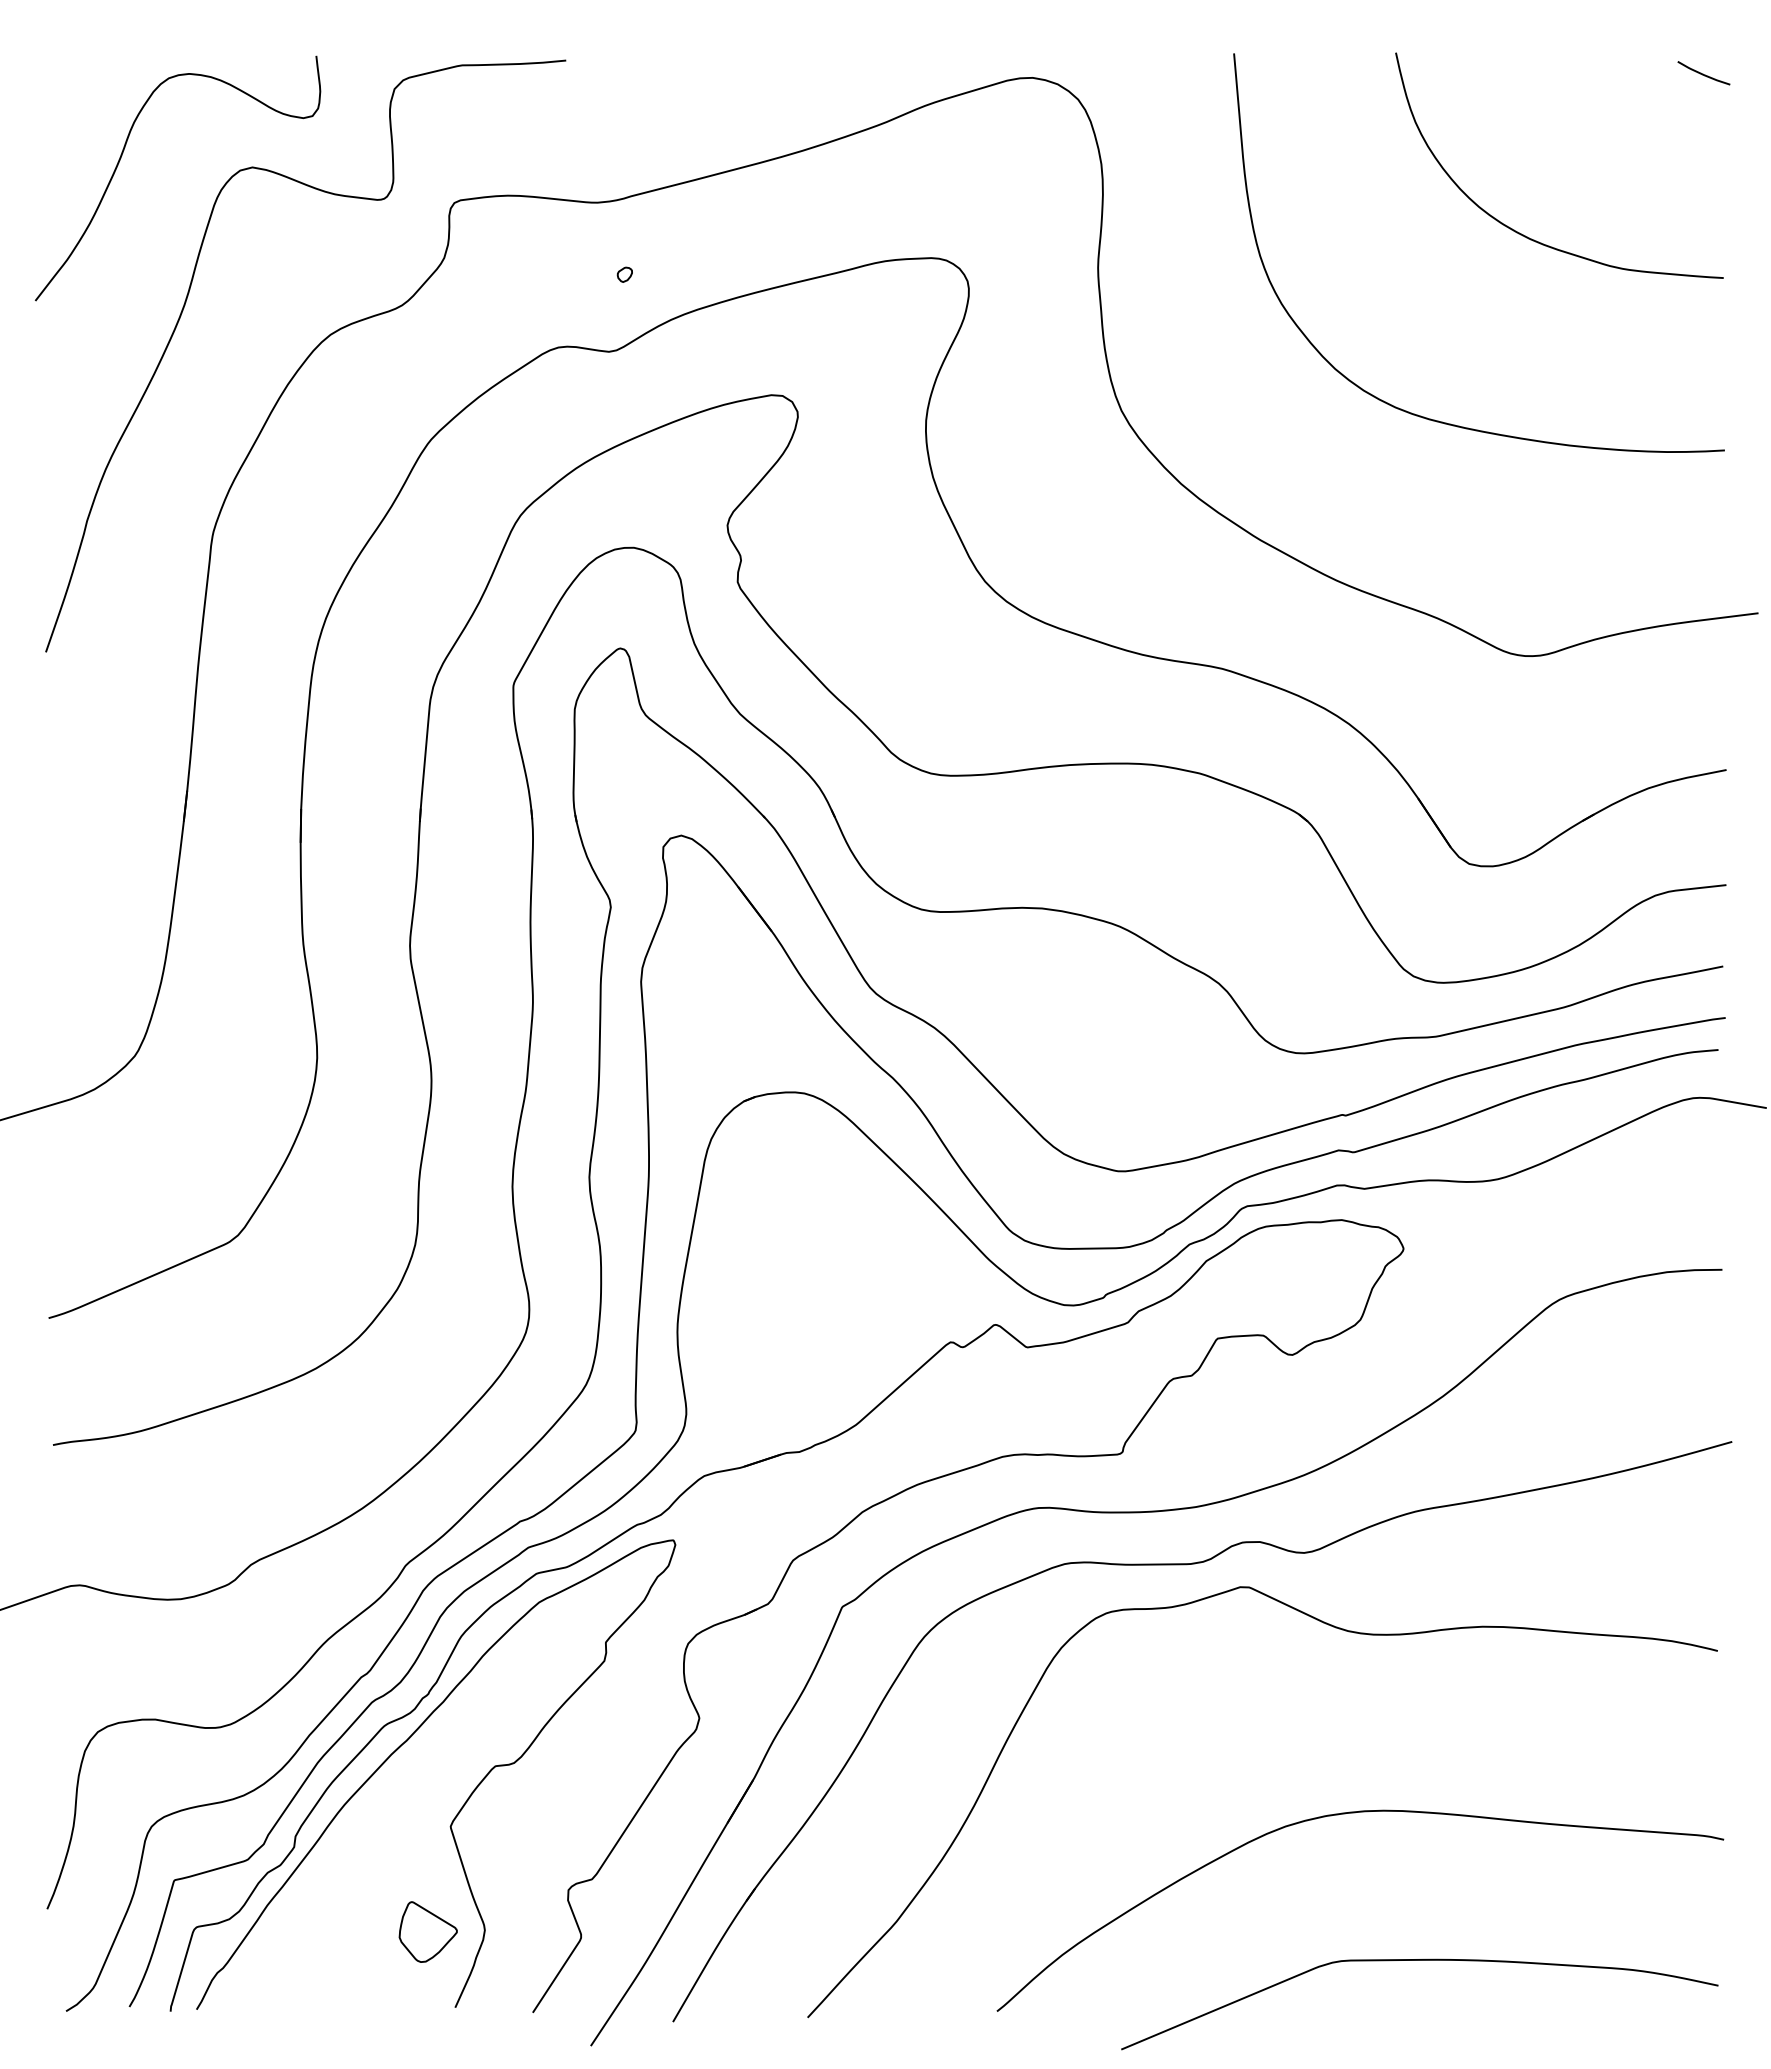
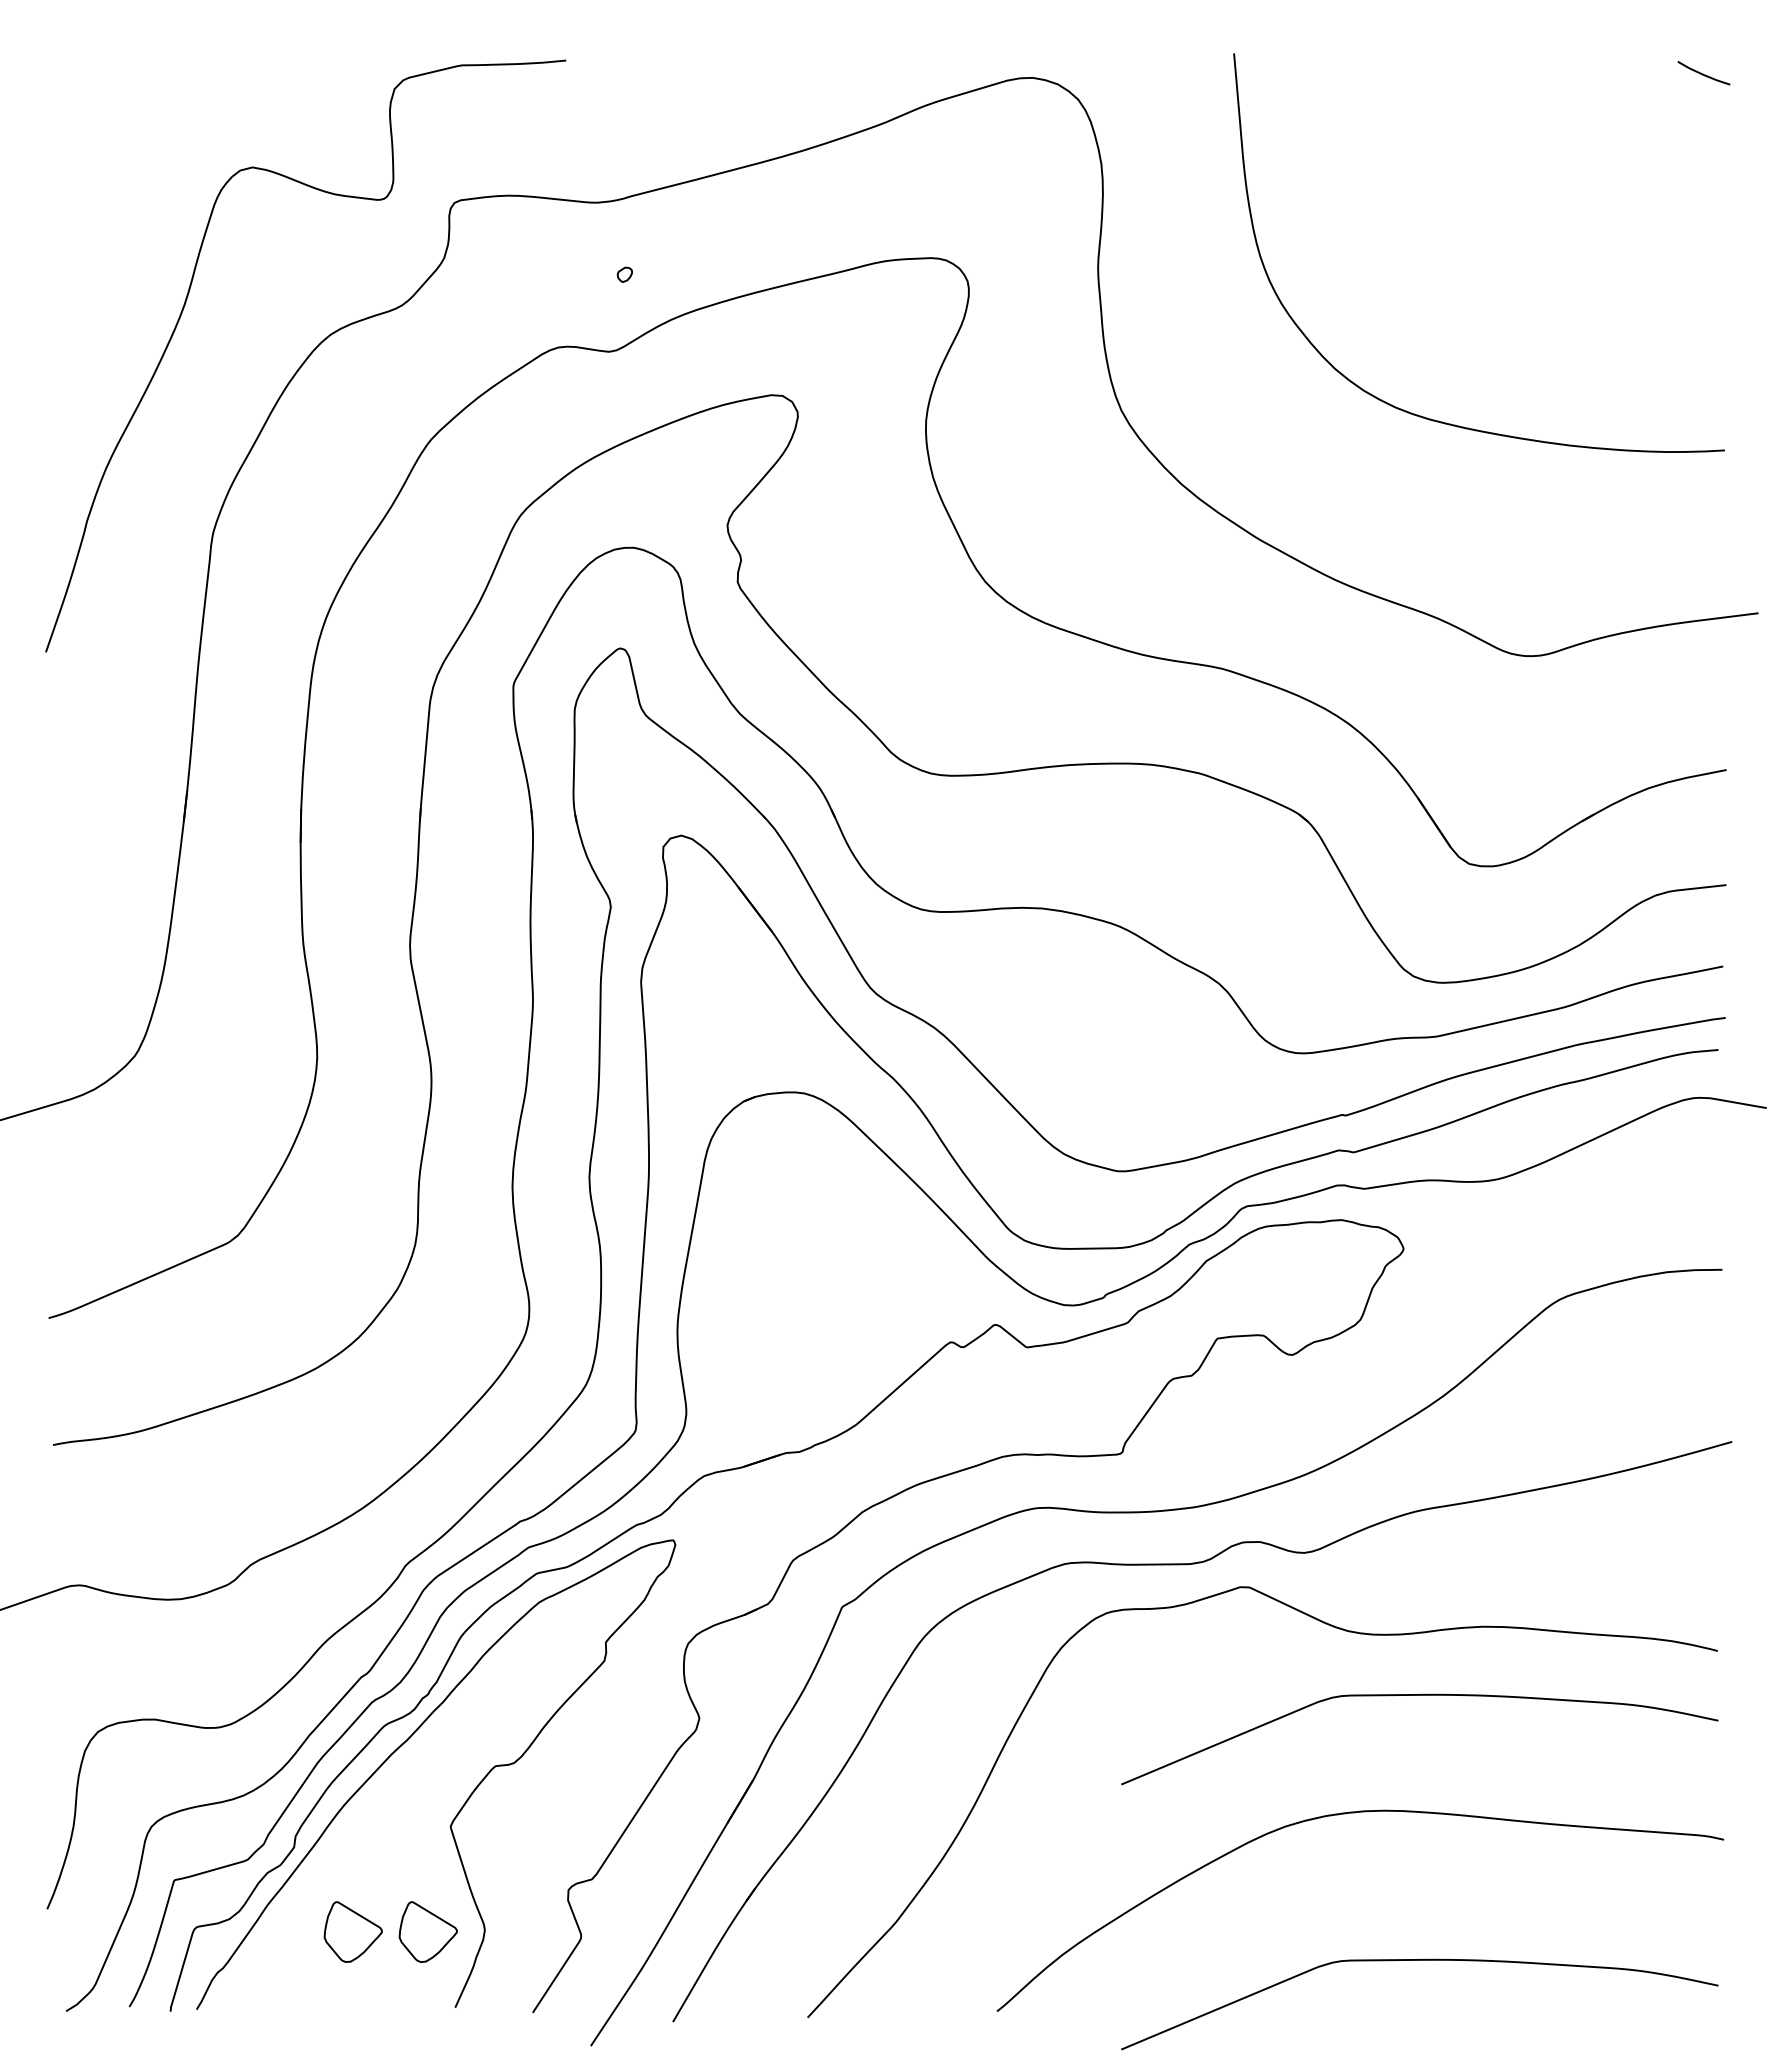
curve at (121, 158): present -> none
curve at (1525, 235): present -> none
curve at (1419, 1695): none -> present
part at (352, 1931): none -> present
